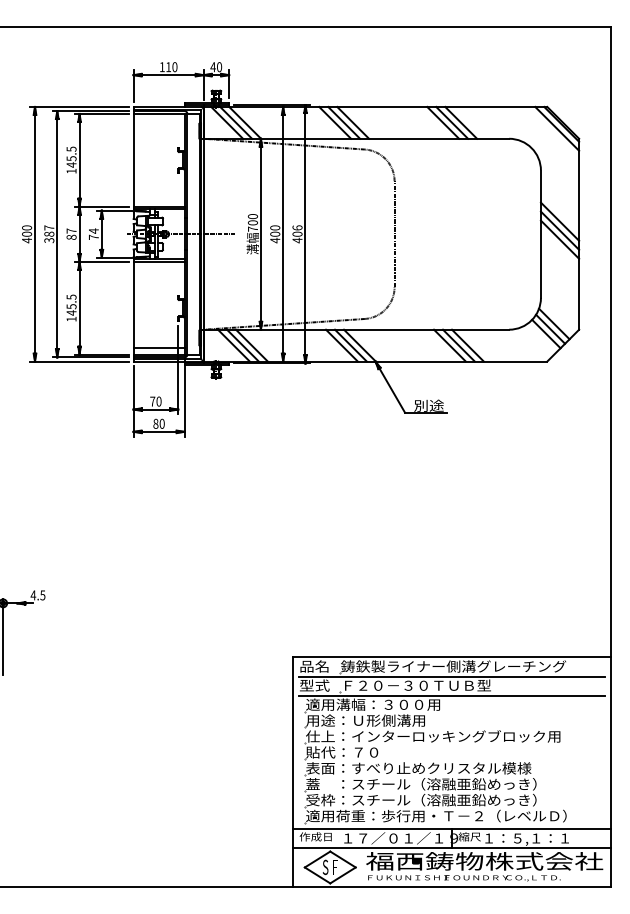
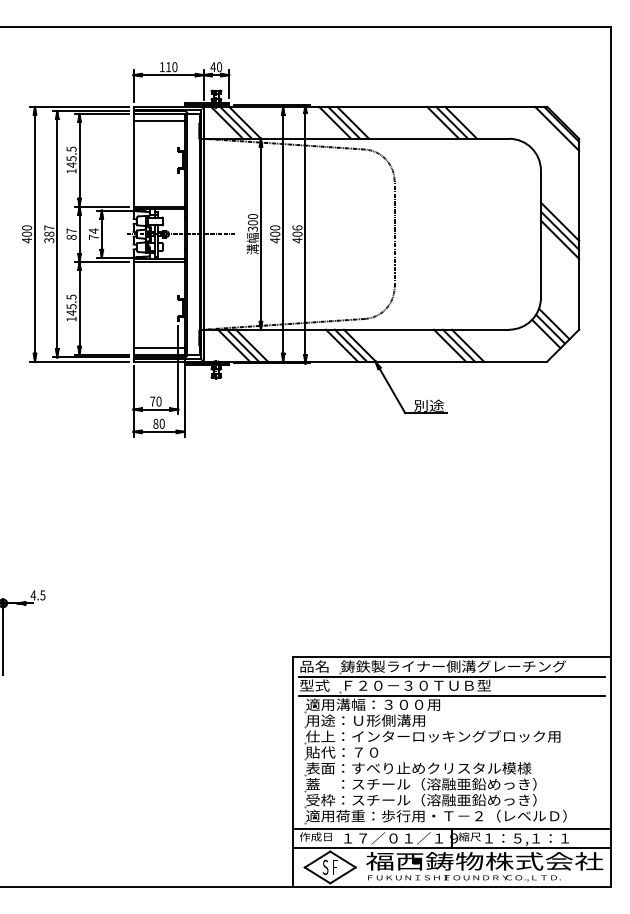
line at (158, 120): none -> present
text at (252, 228): 700 -> 300
